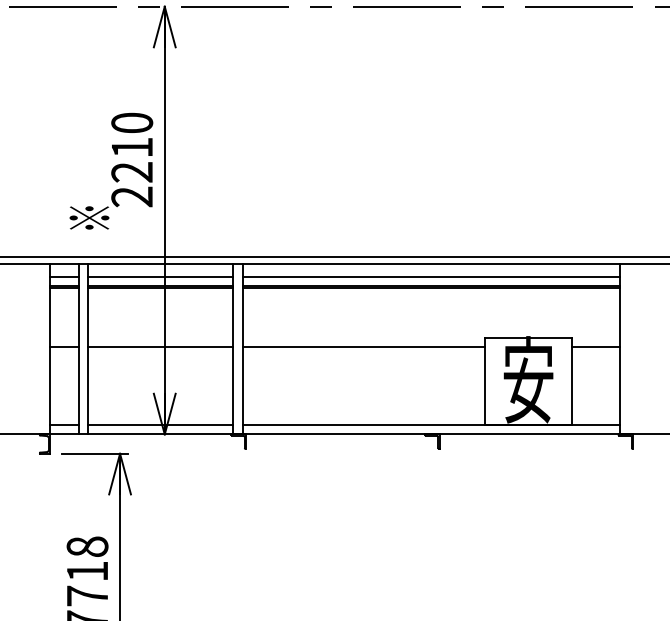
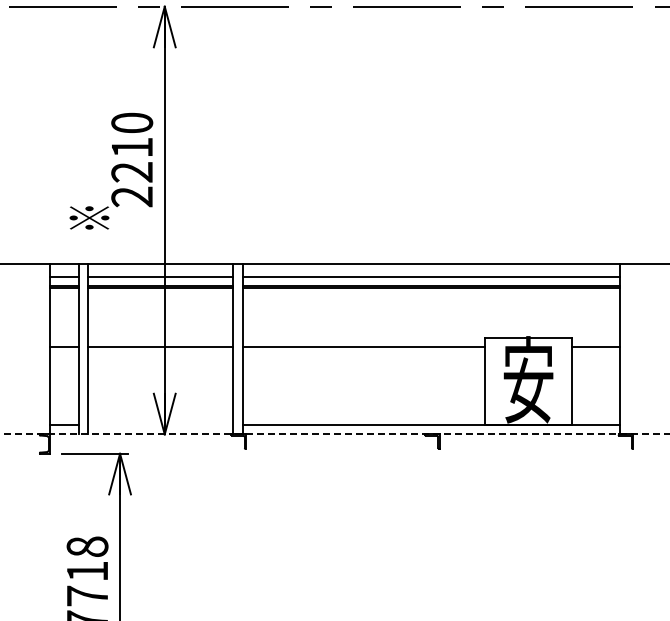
line at (334, 256): present -> none
line at (160, 424): present -> none
line at (335, 434): solid -> dashed
